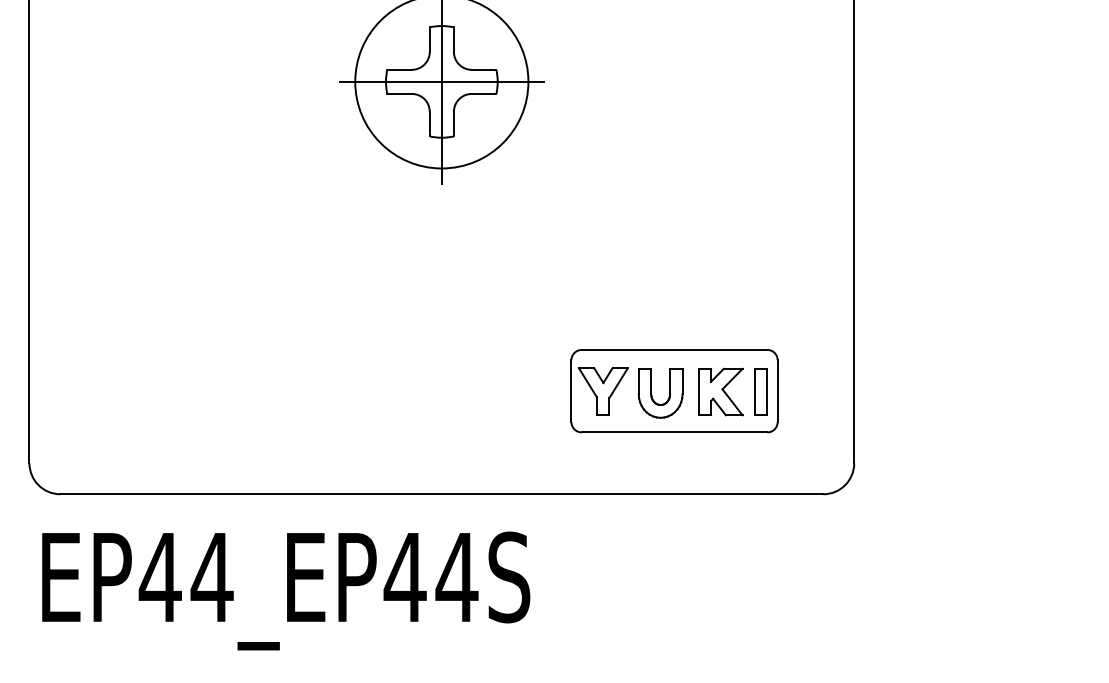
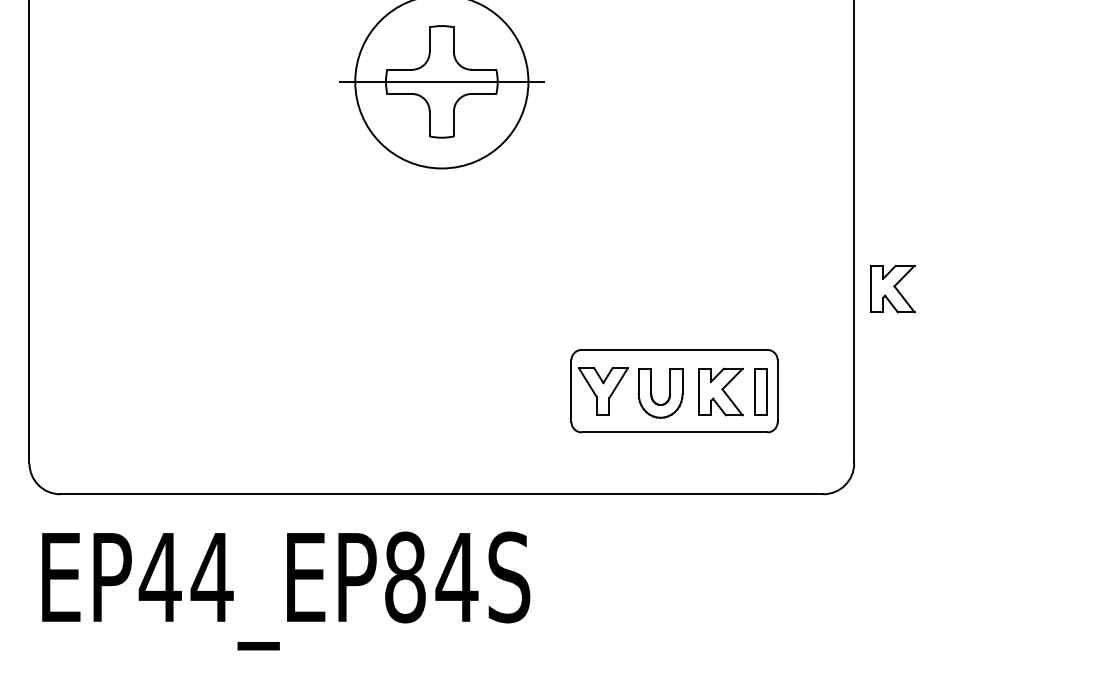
line at (441, 93): present -> none
part at (892, 288): none -> present
text at (404, 577): EP44_EP44S -> EP44_EP84S
